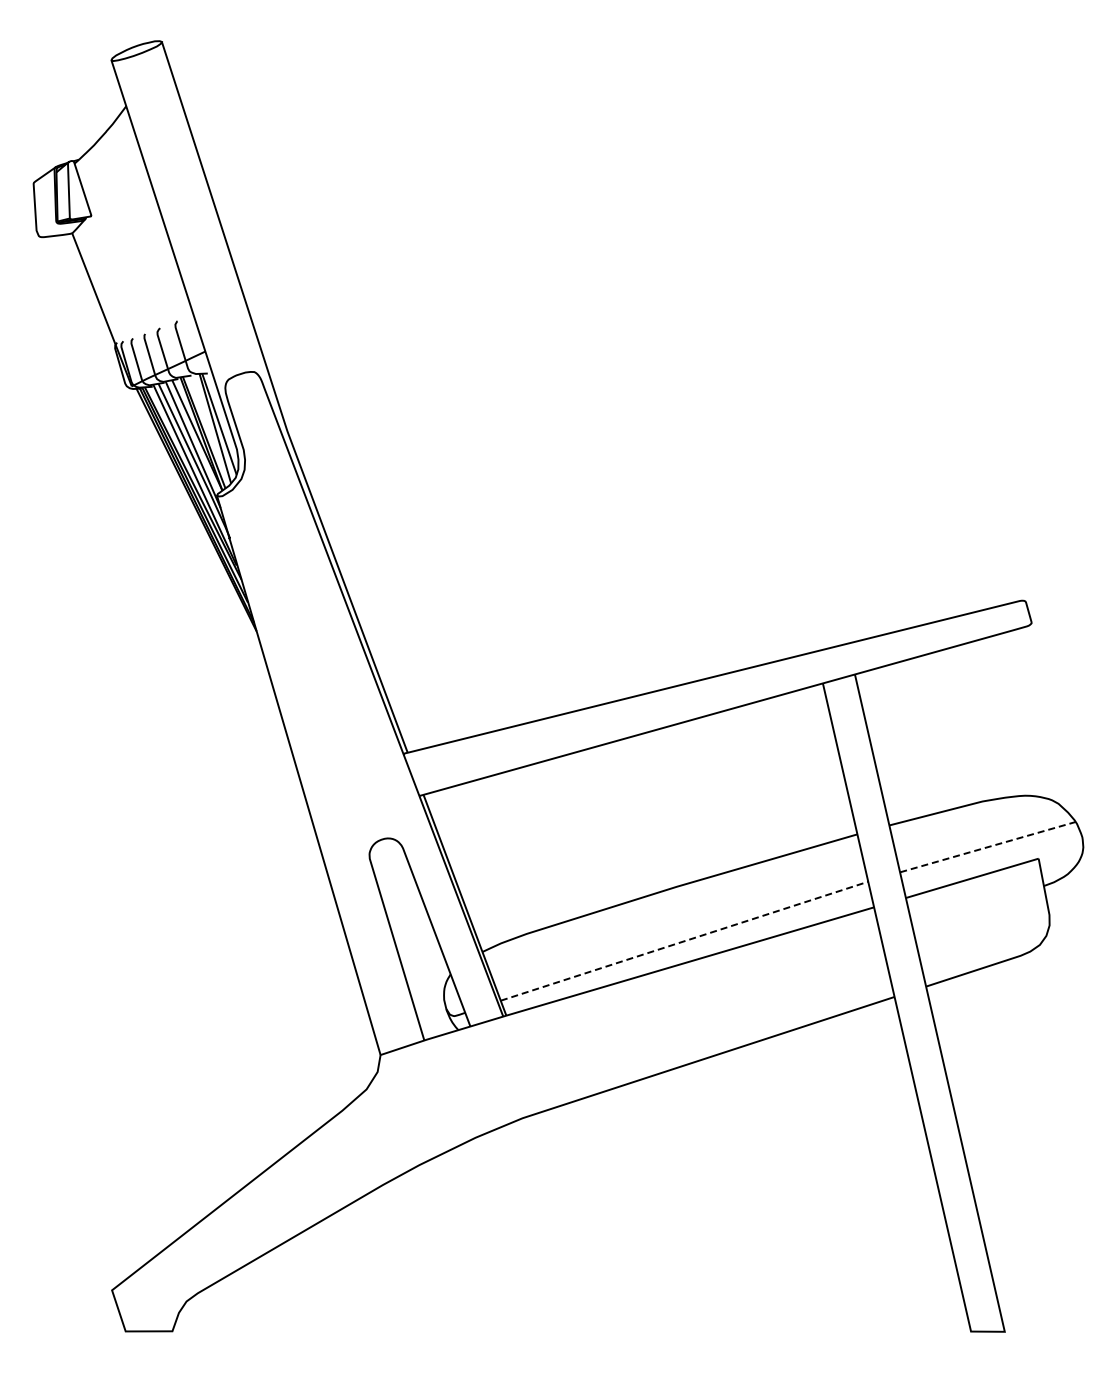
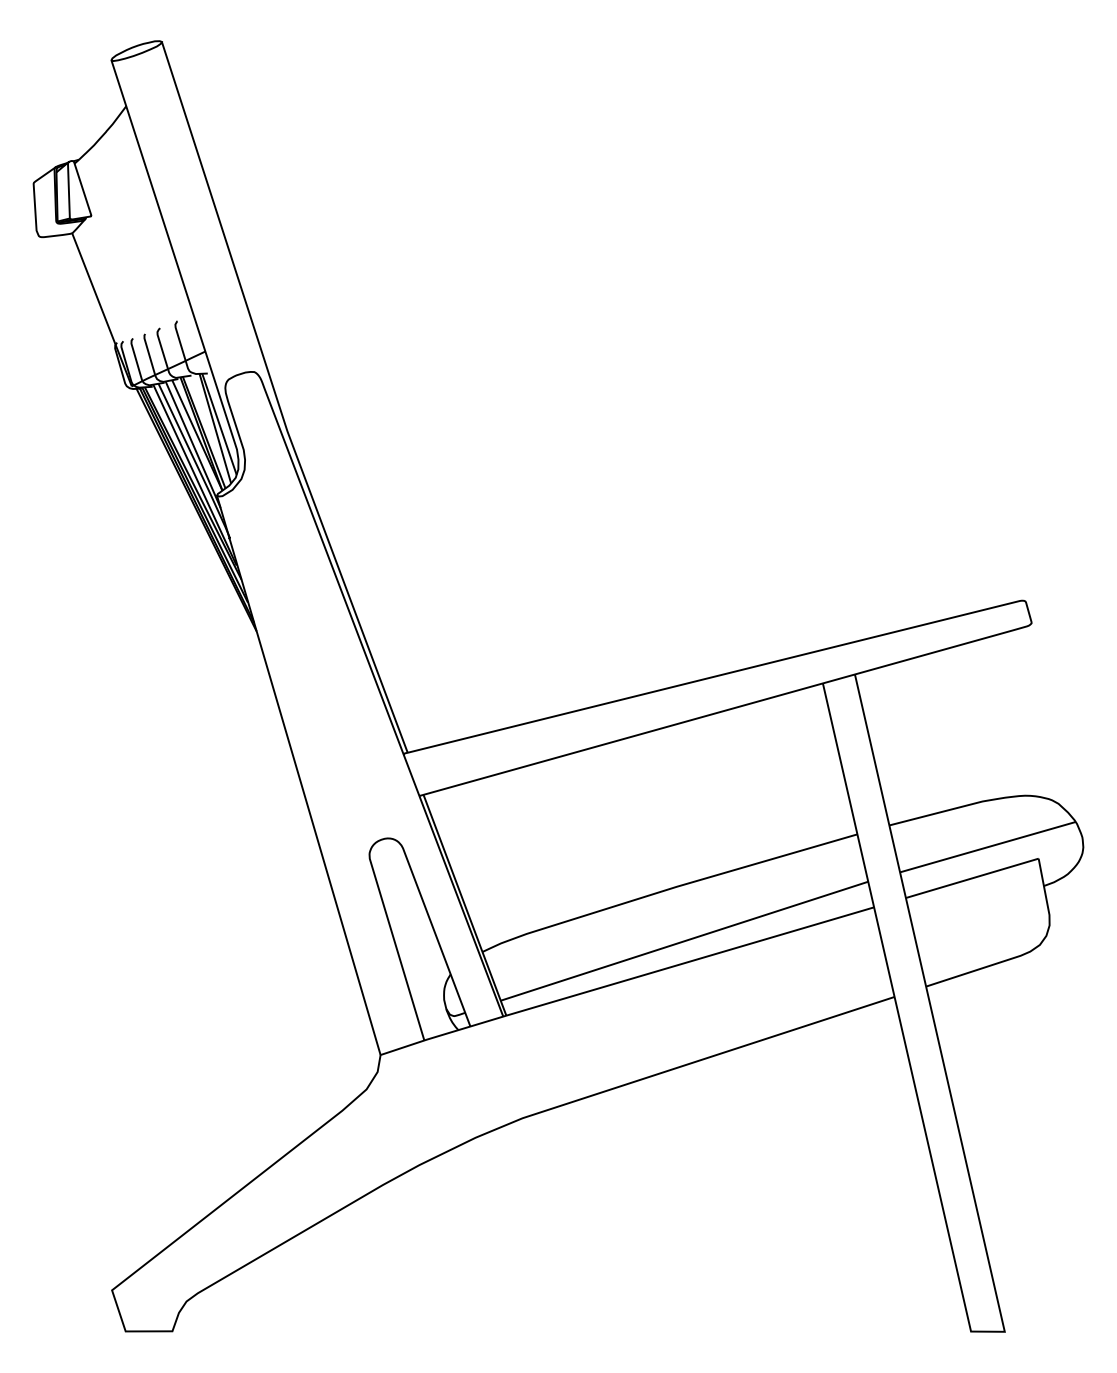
line at (988, 847): dashed -> solid
line at (685, 941): dashed -> solid
